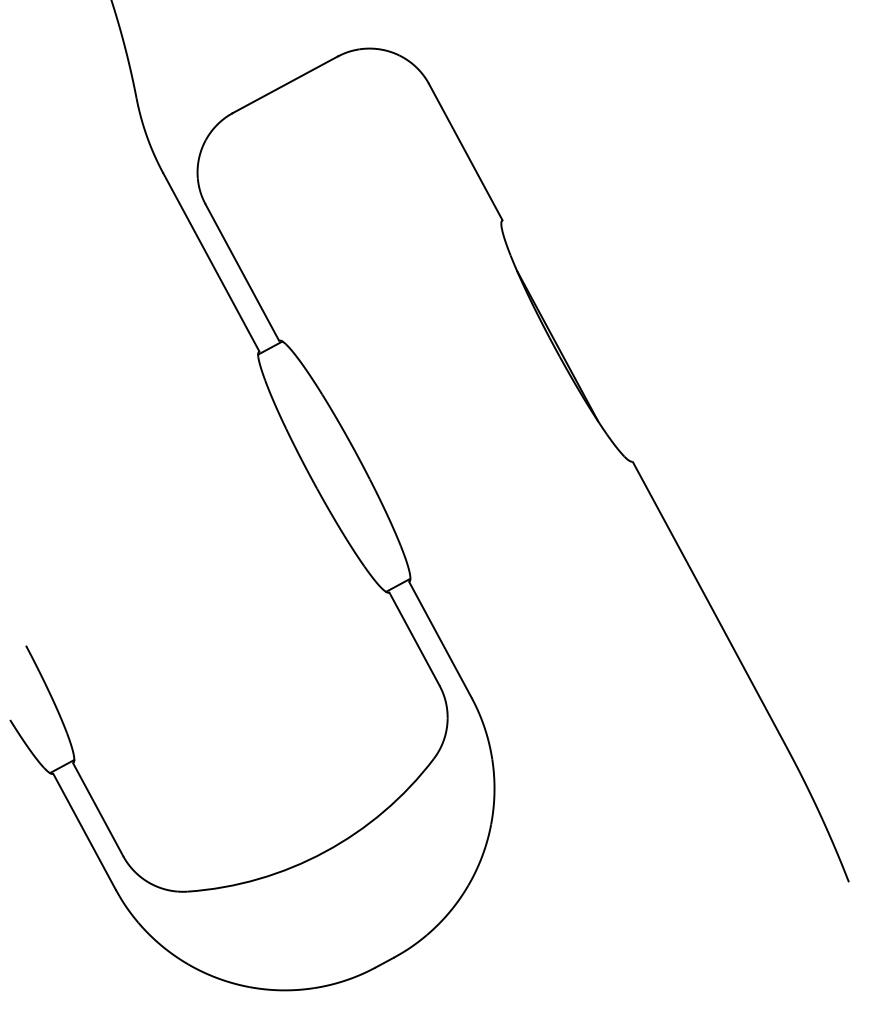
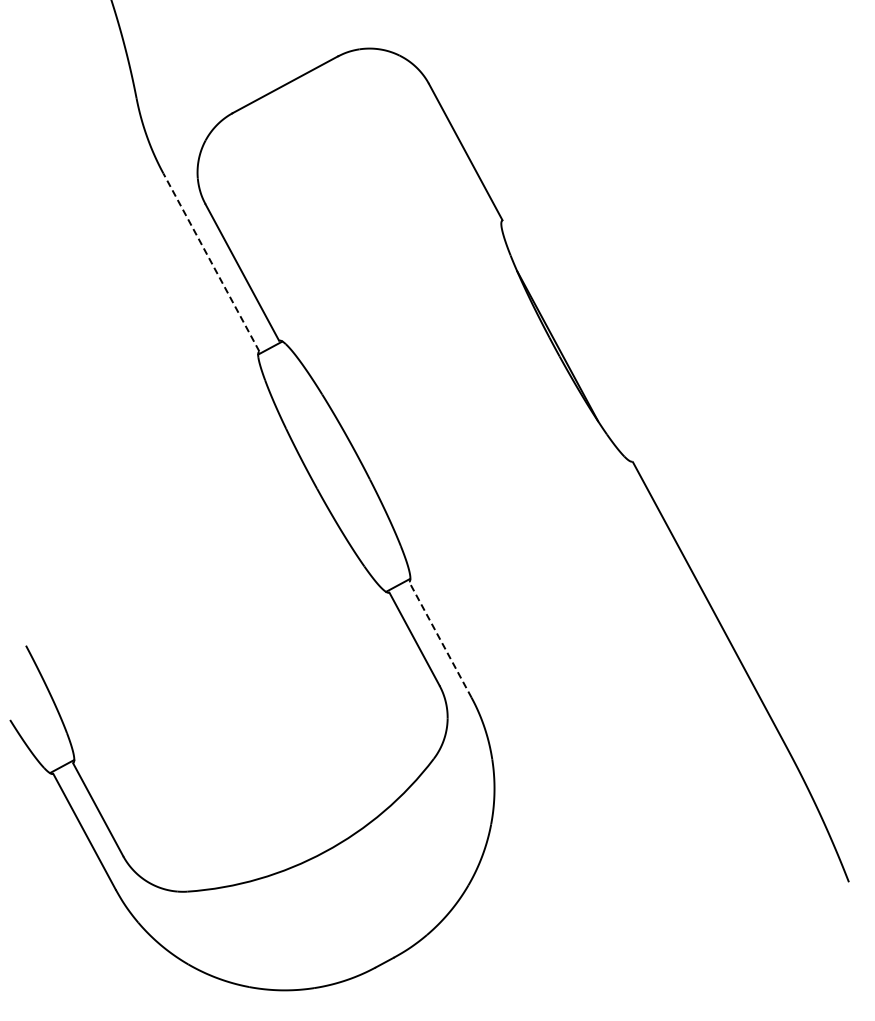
line at (211, 262): solid -> dashed
line at (440, 639): solid -> dashed
